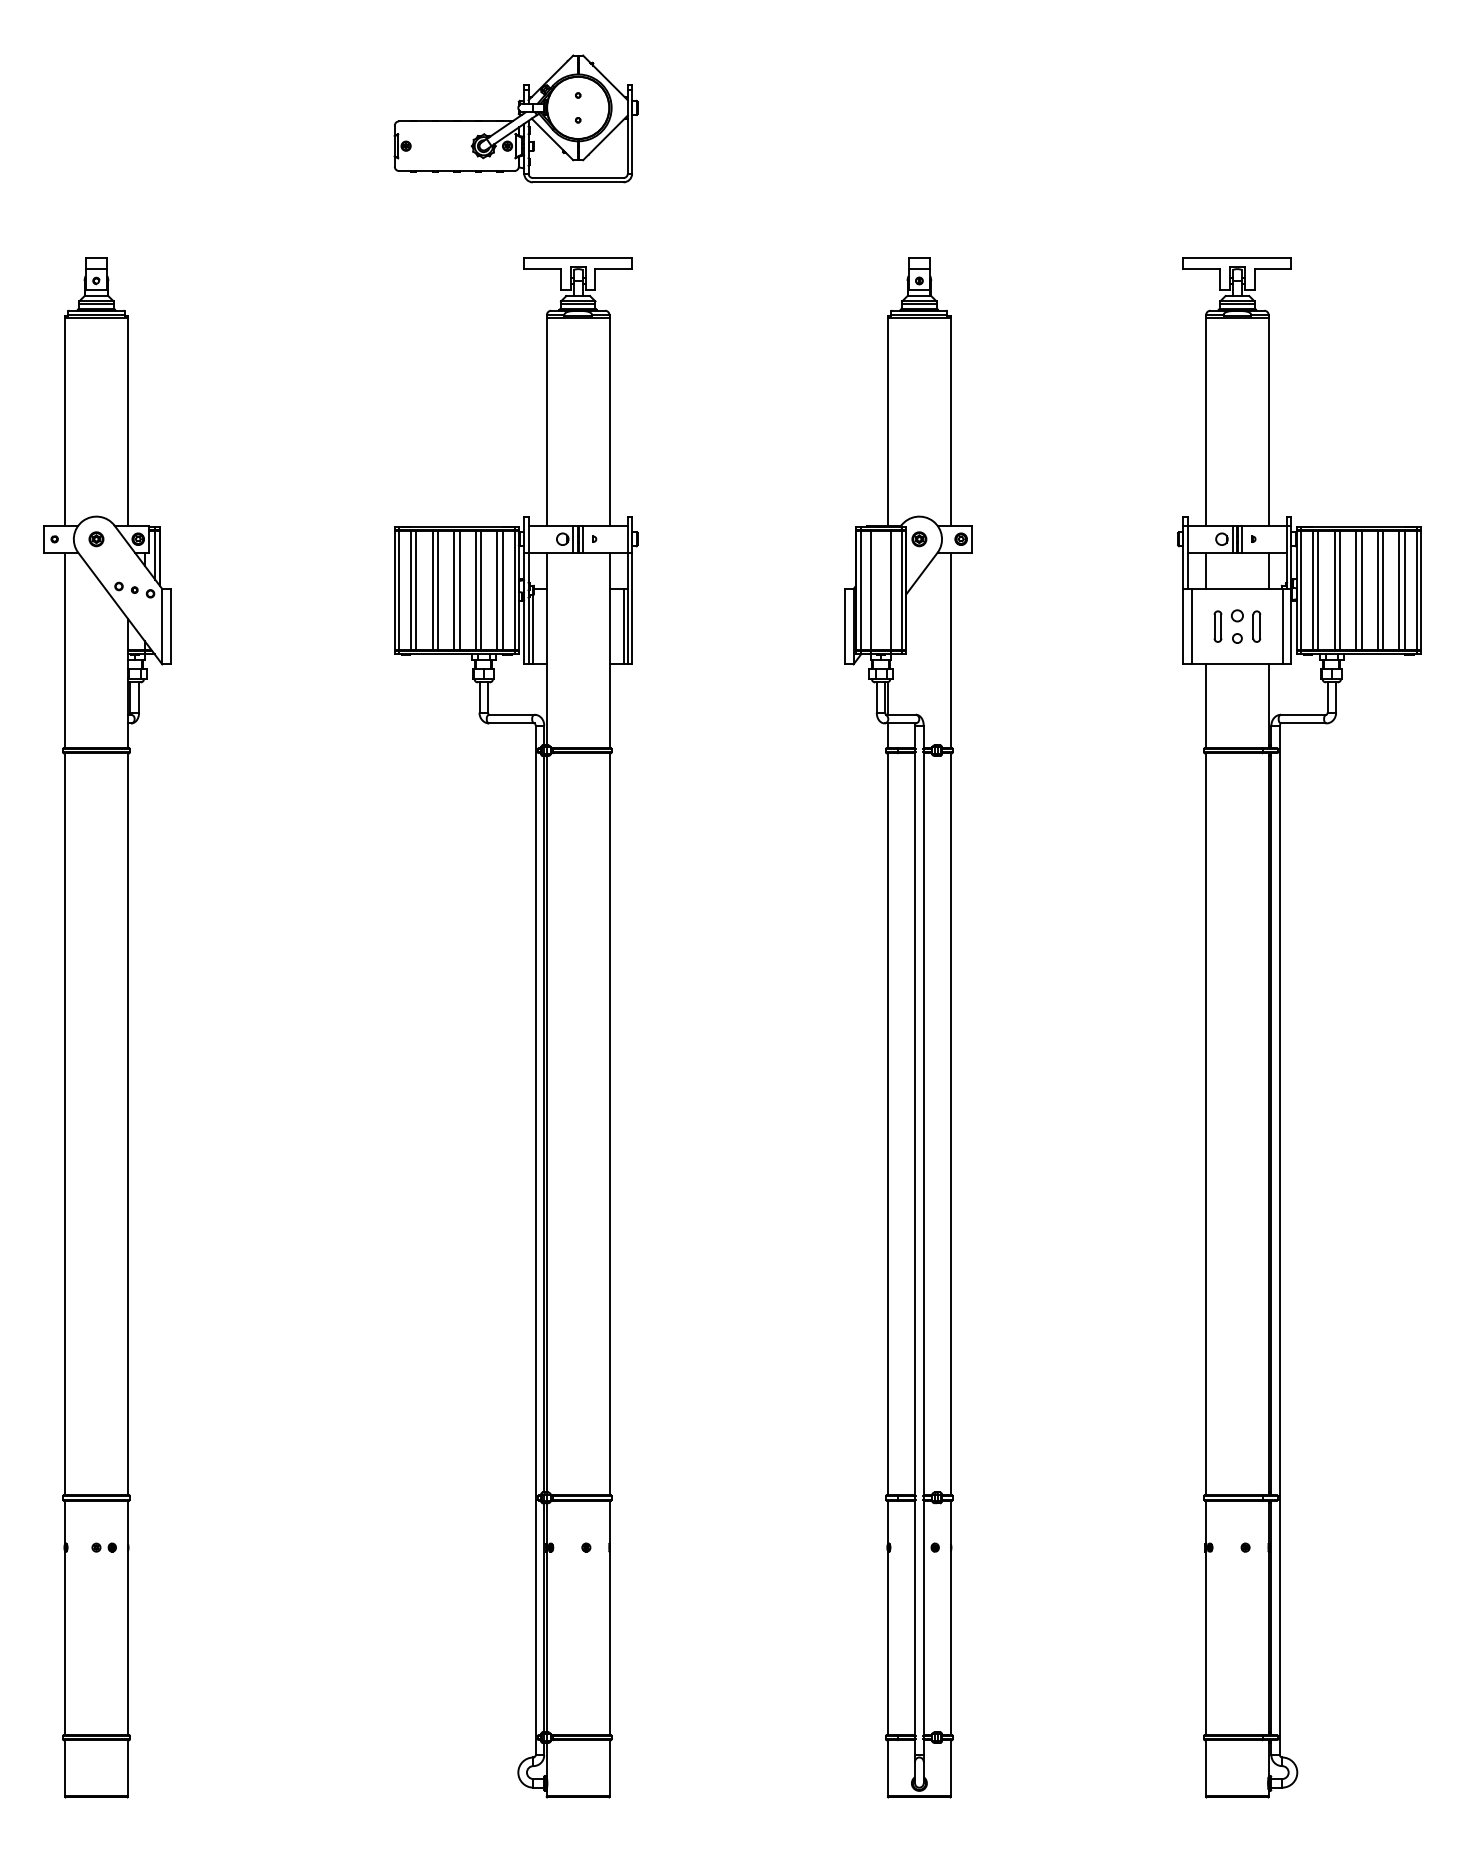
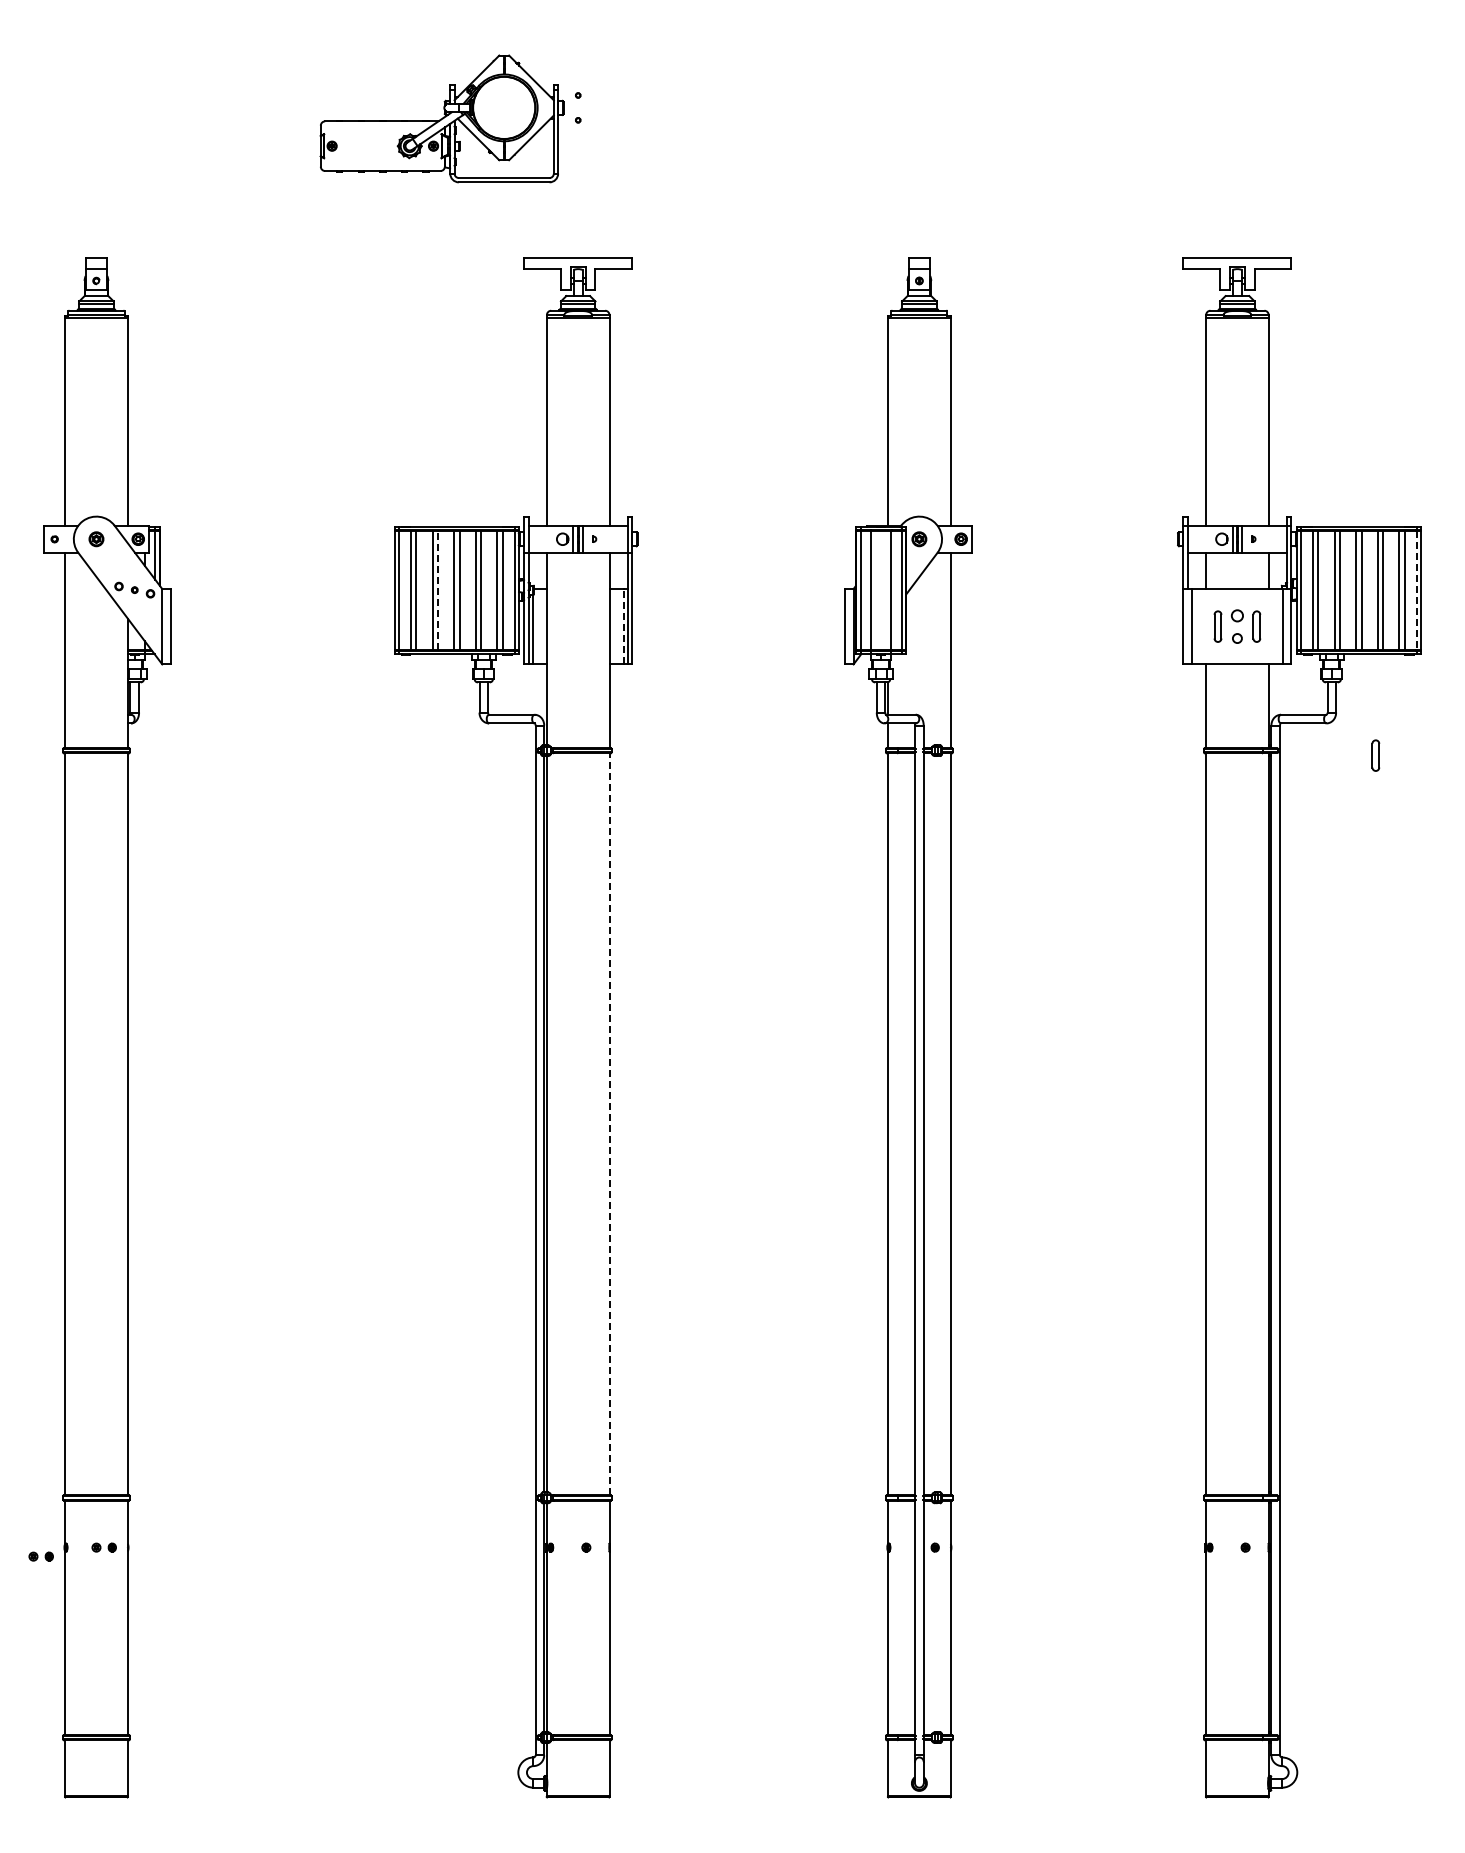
part at (515, 118) position: (515, 118) -> (441, 118)
line at (437, 590): solid -> dashed
line at (1416, 591): solid -> dashed
line at (623, 626): solid -> dashed
part at (1375, 755): none -> present
line at (609, 1124): solid -> dashed
part at (40, 1556): none -> present
